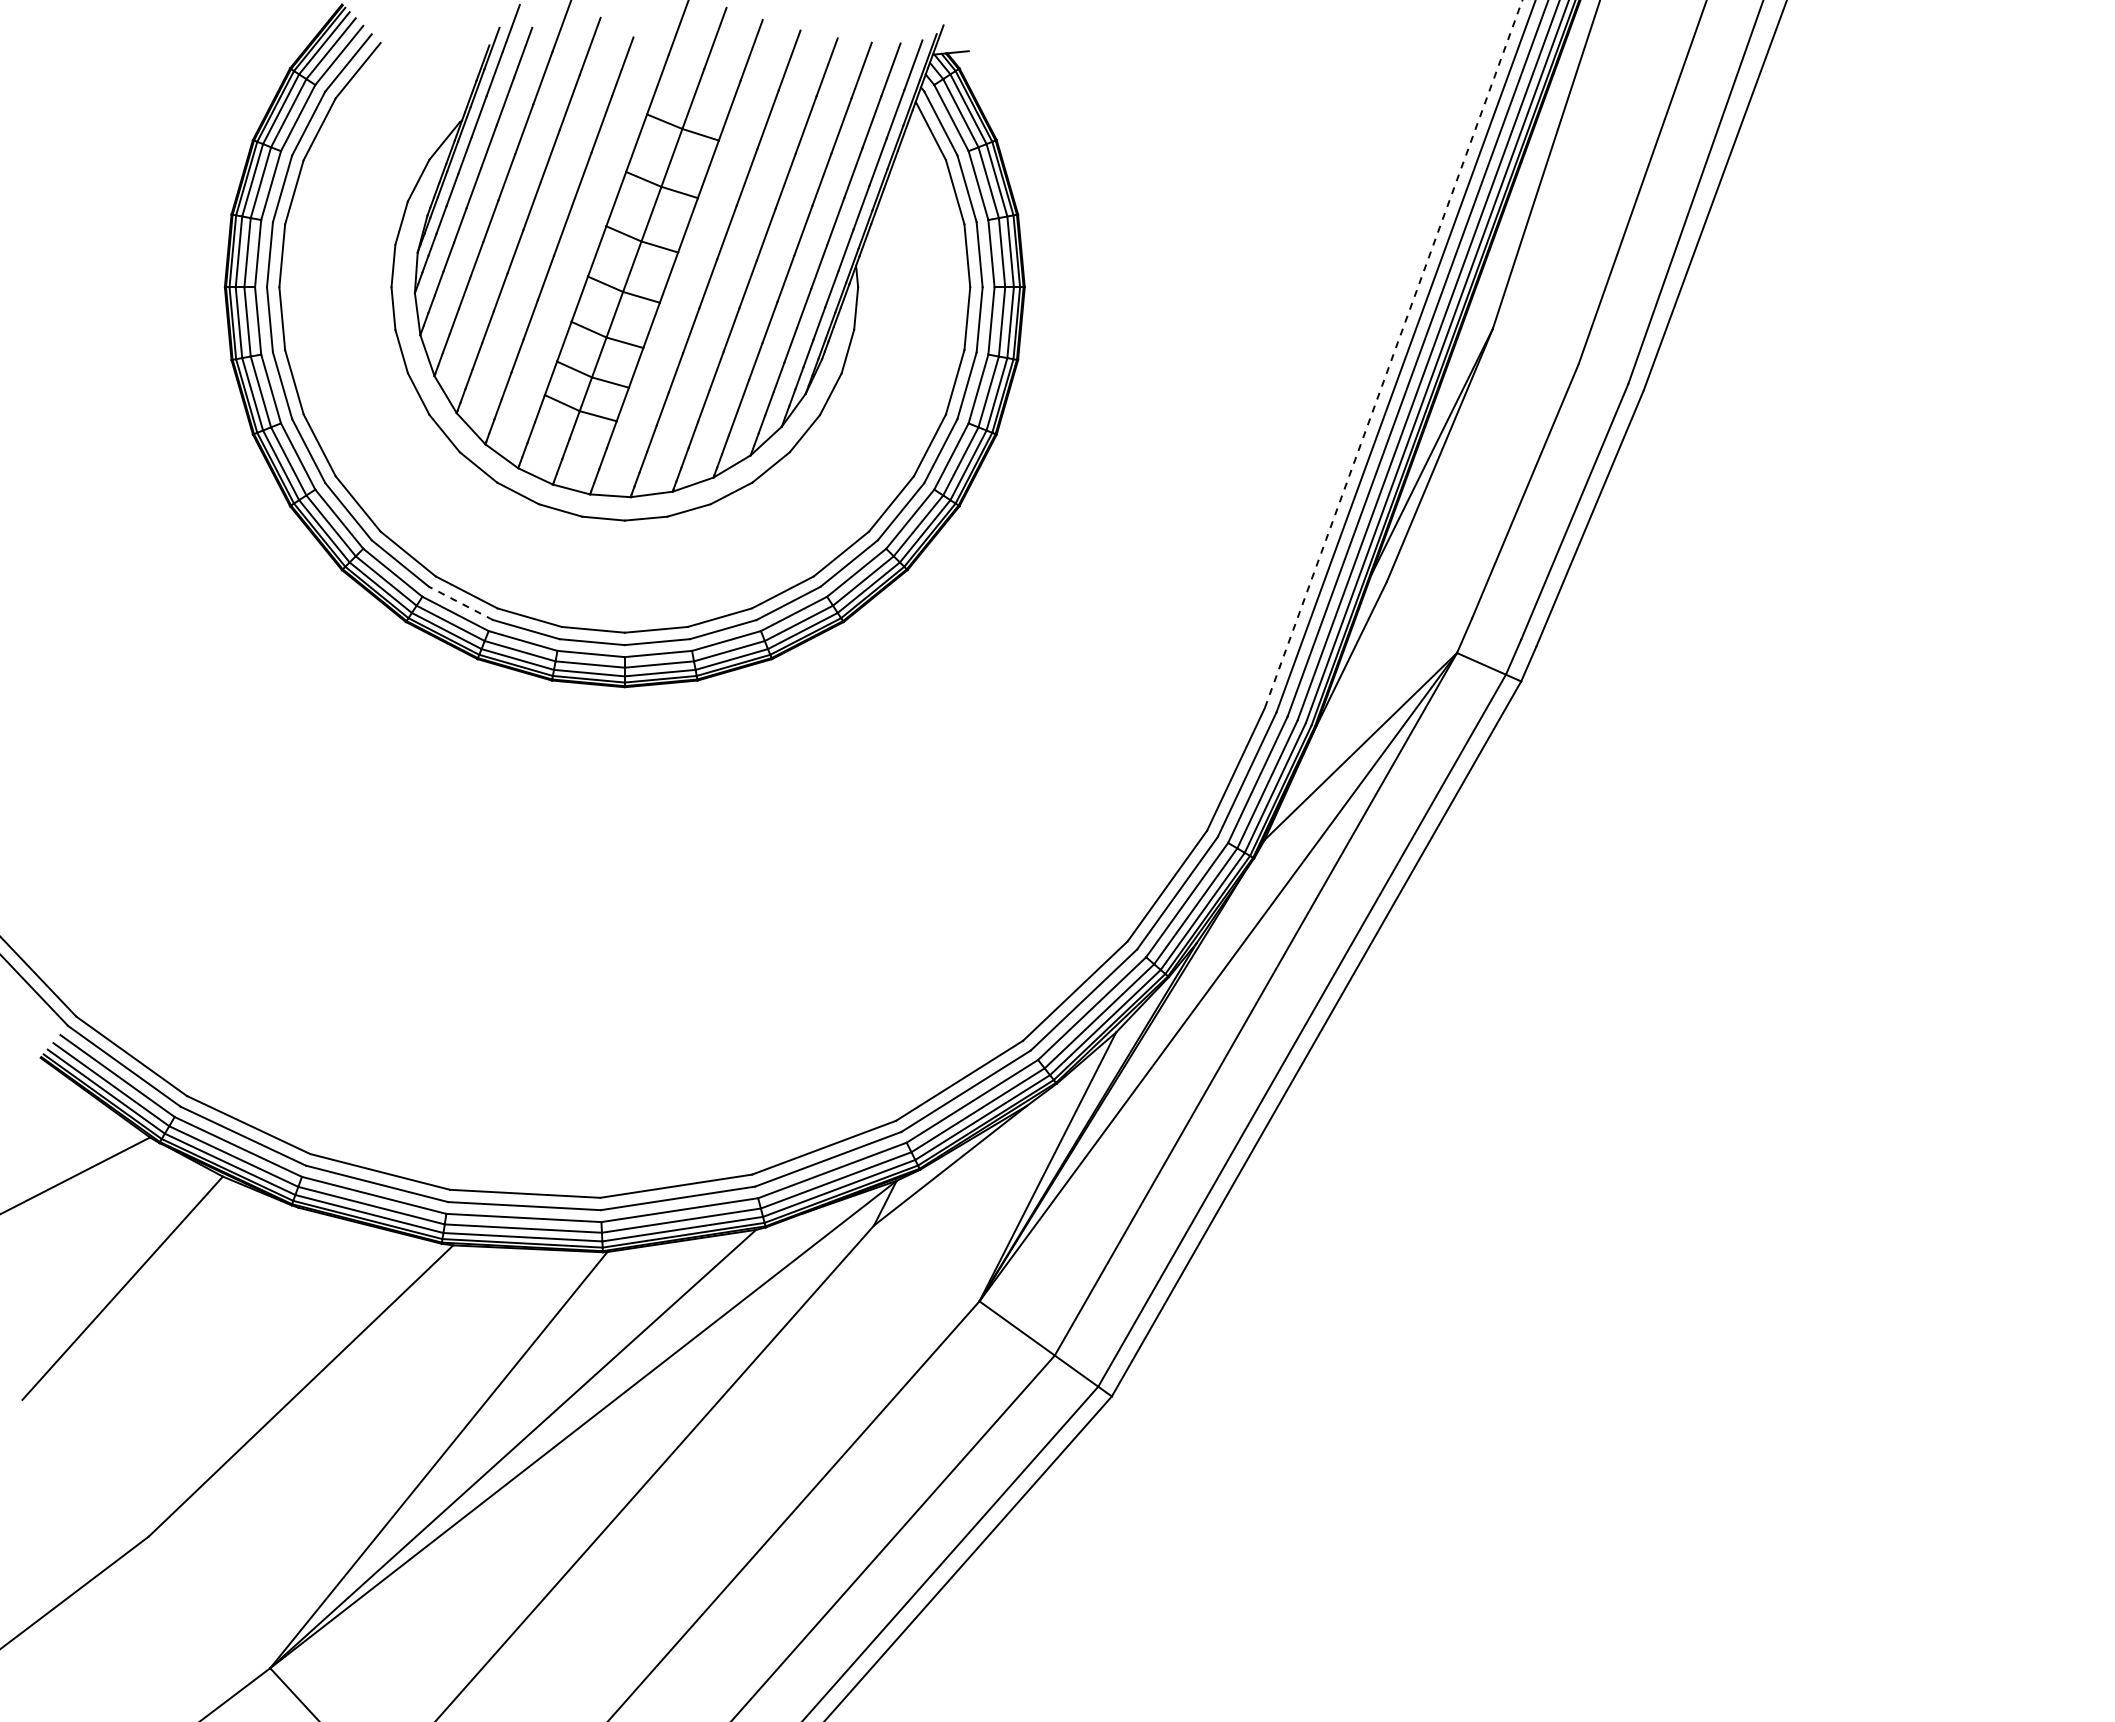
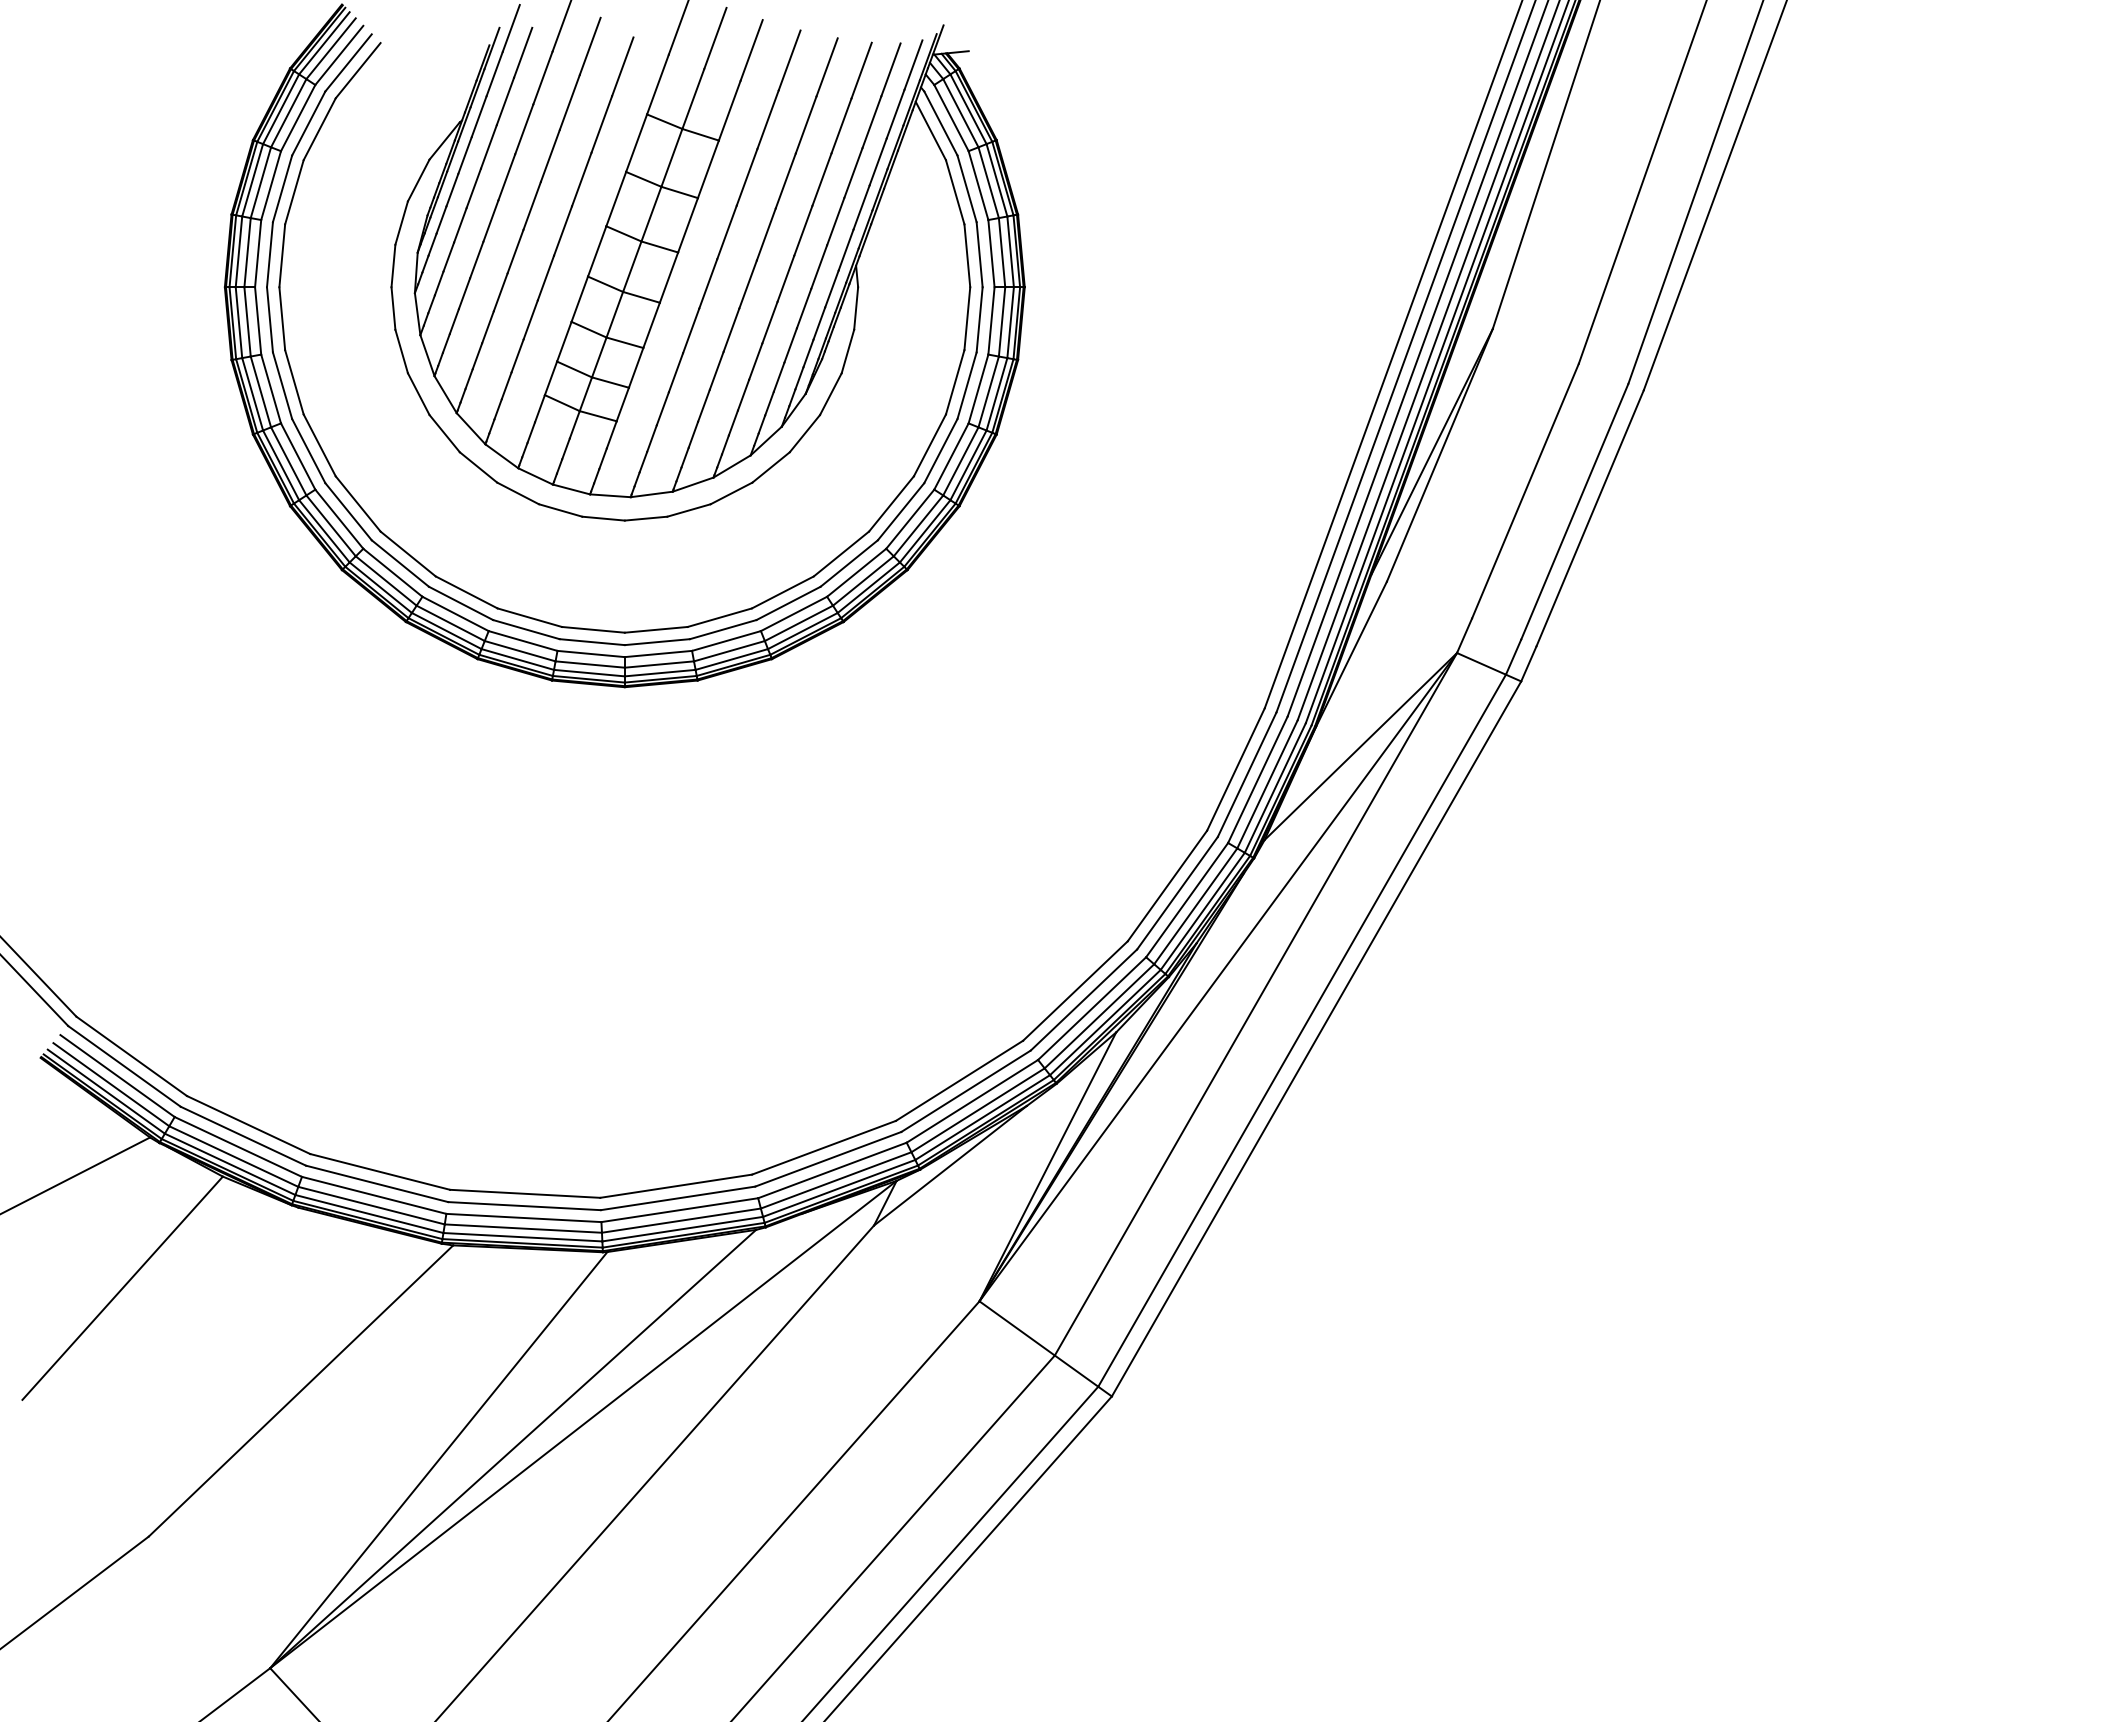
line at (1393, 354): dashed -> solid
line at (460, 603): dashed -> solid
